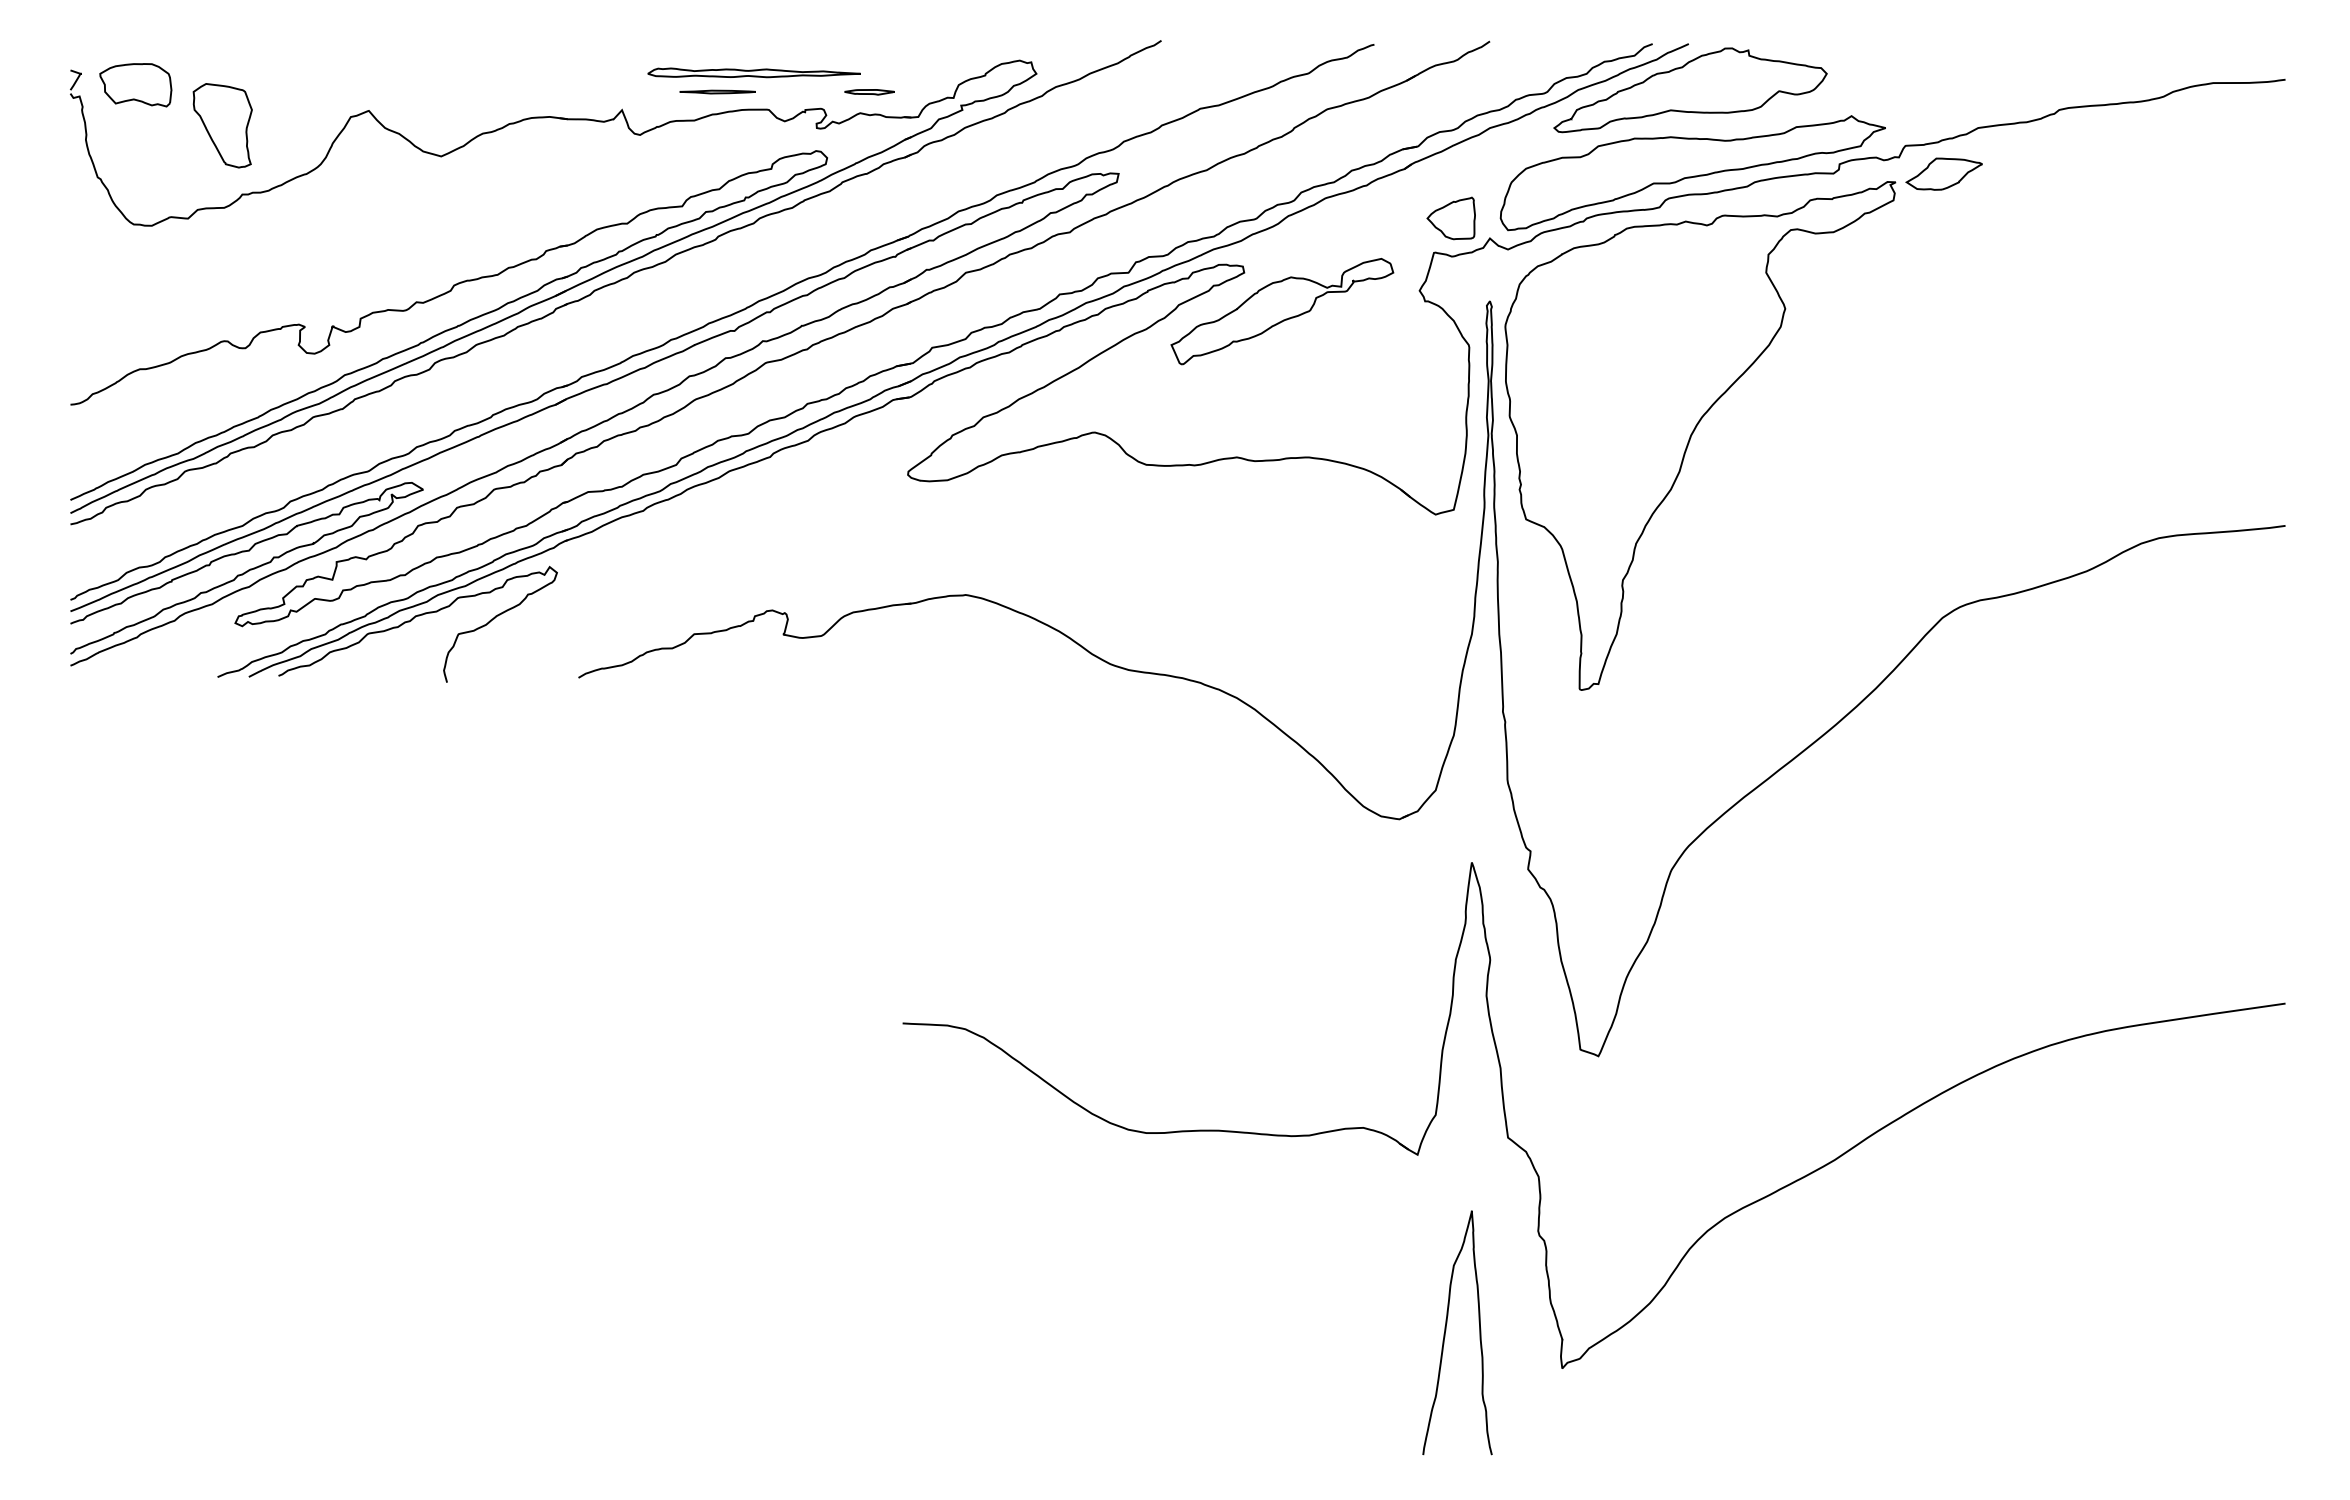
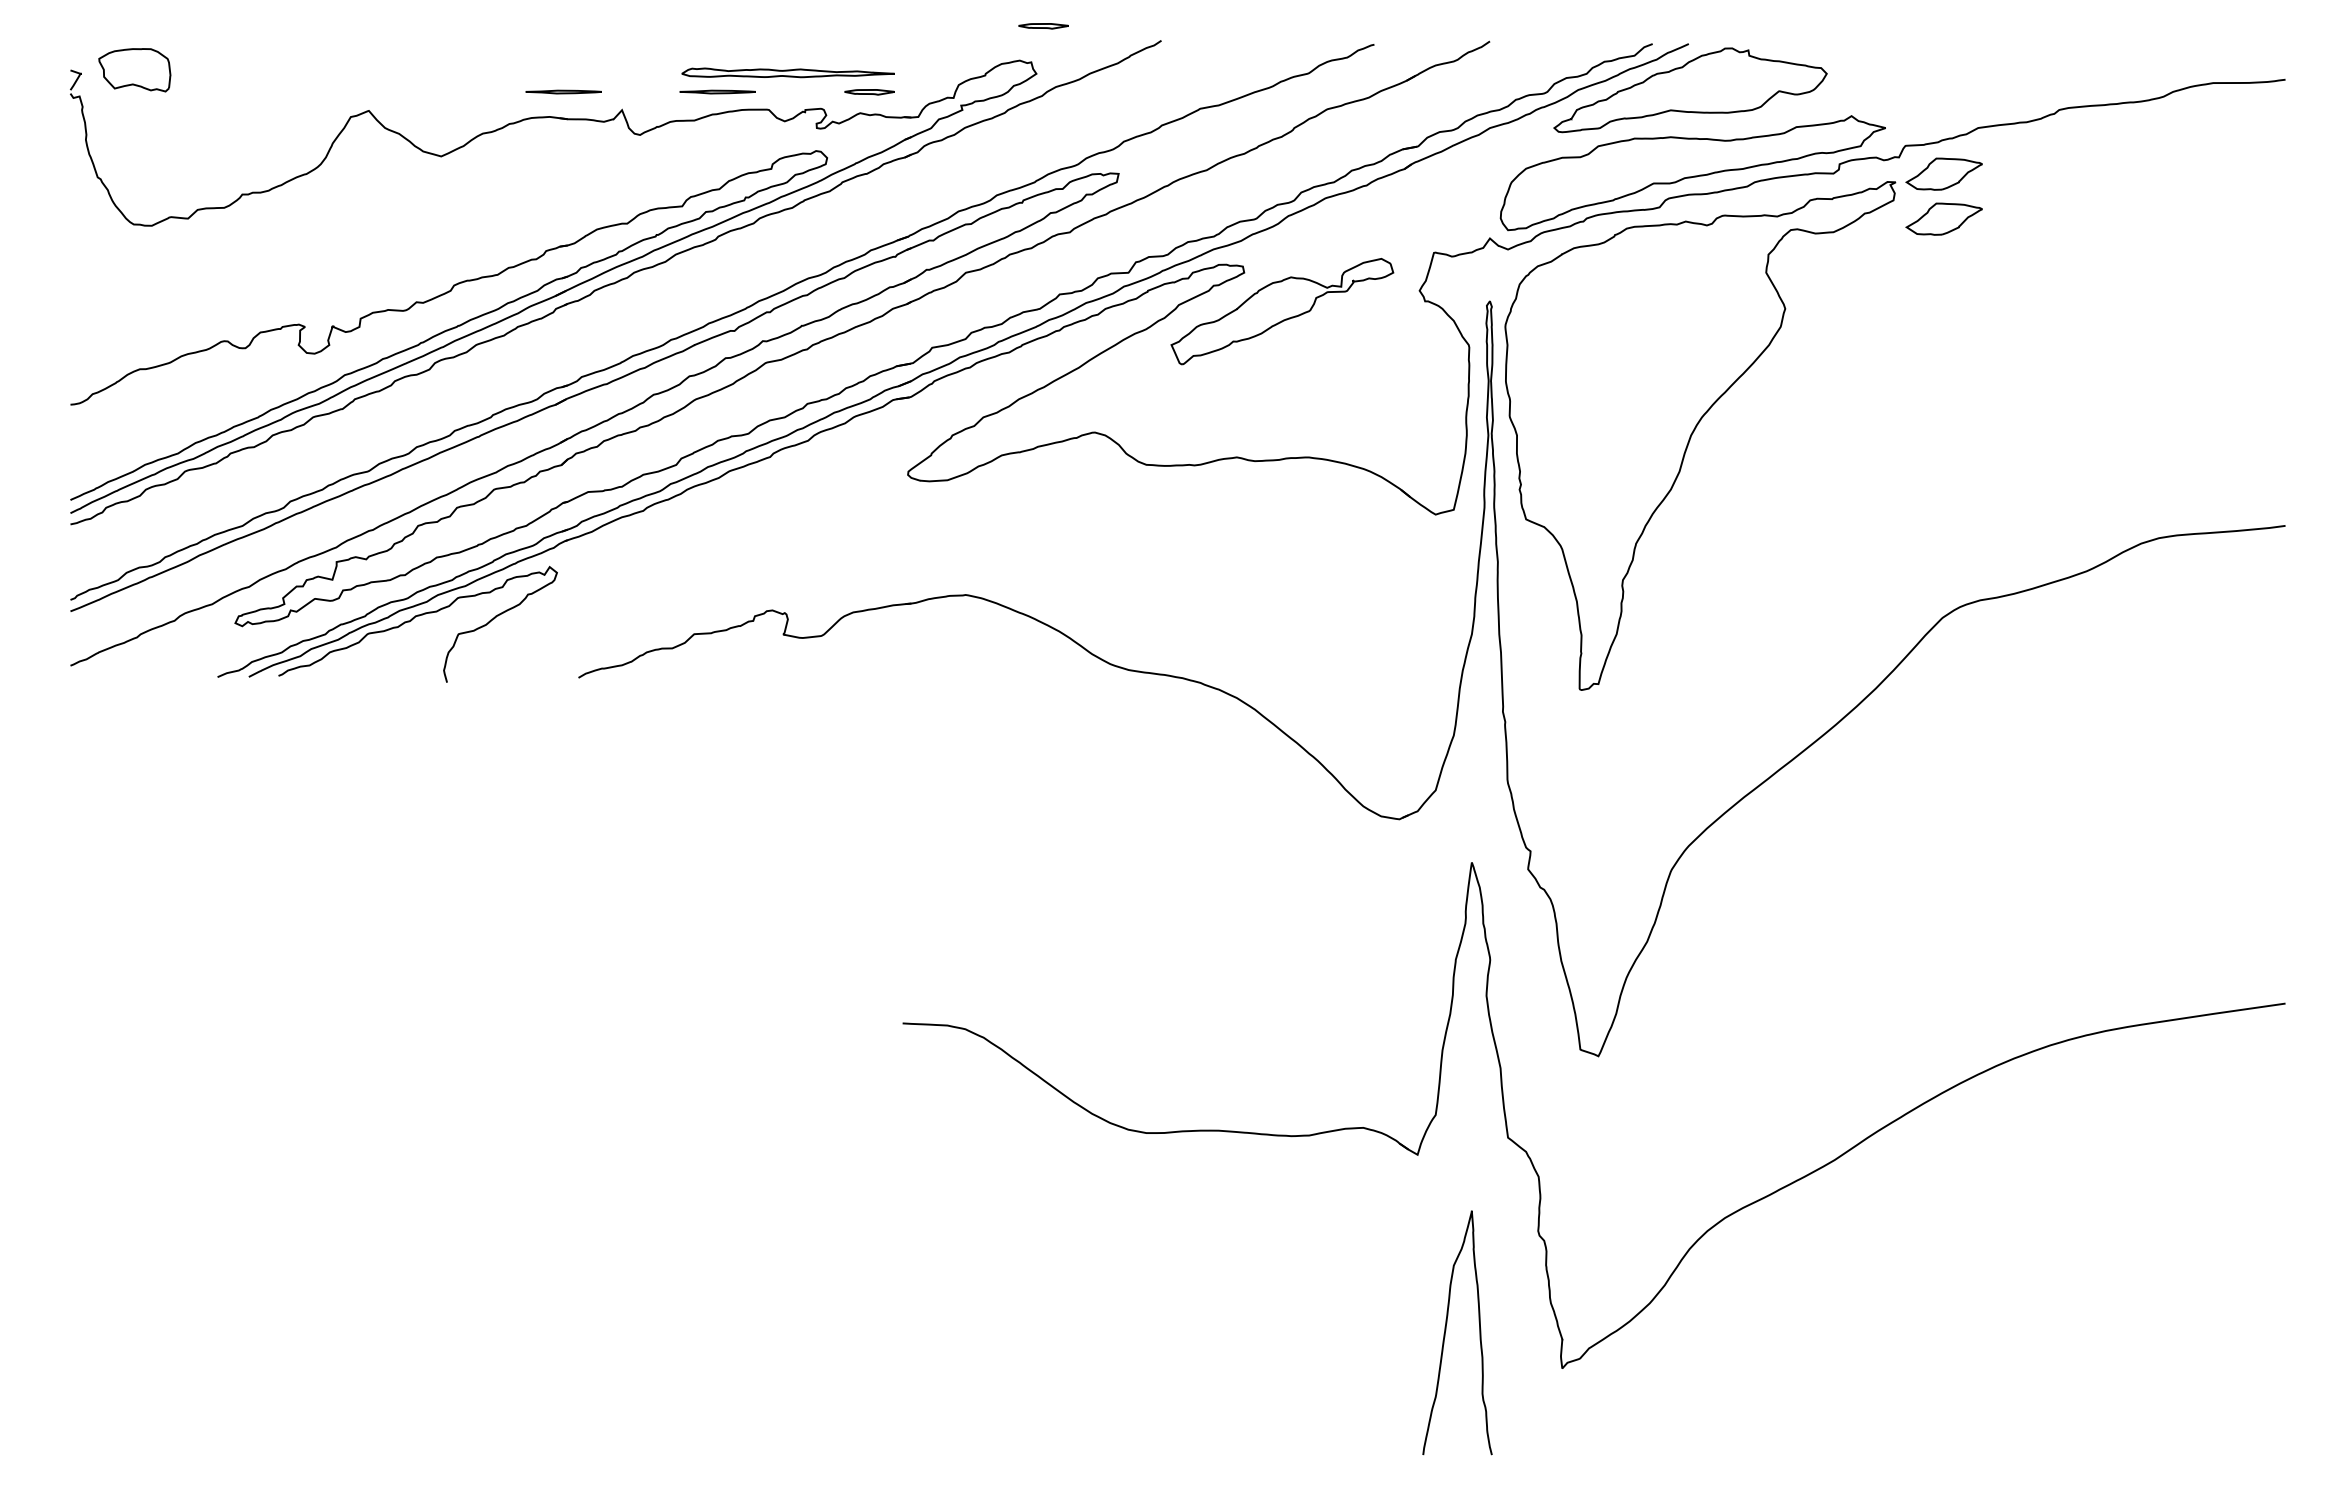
part at (1043, 26): none -> present
part at (753, 72) position: (753, 72) -> (787, 72)
part at (135, 85) position: (135, 85) -> (134, 70)
part at (563, 91): none -> present
part at (222, 125): present -> none
part at (1450, 218): present -> none
part at (1943, 218): none -> present
curve at (246, 570): present -> none
